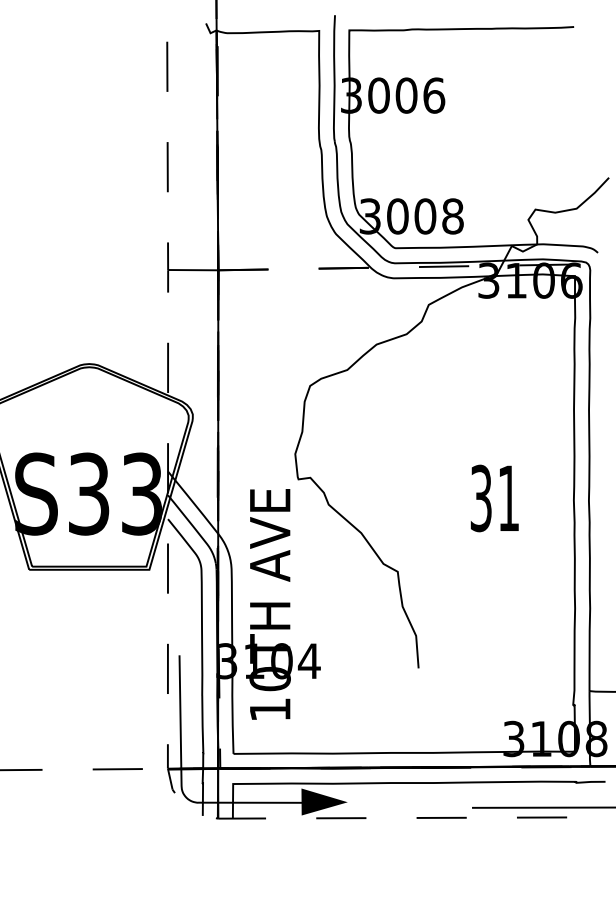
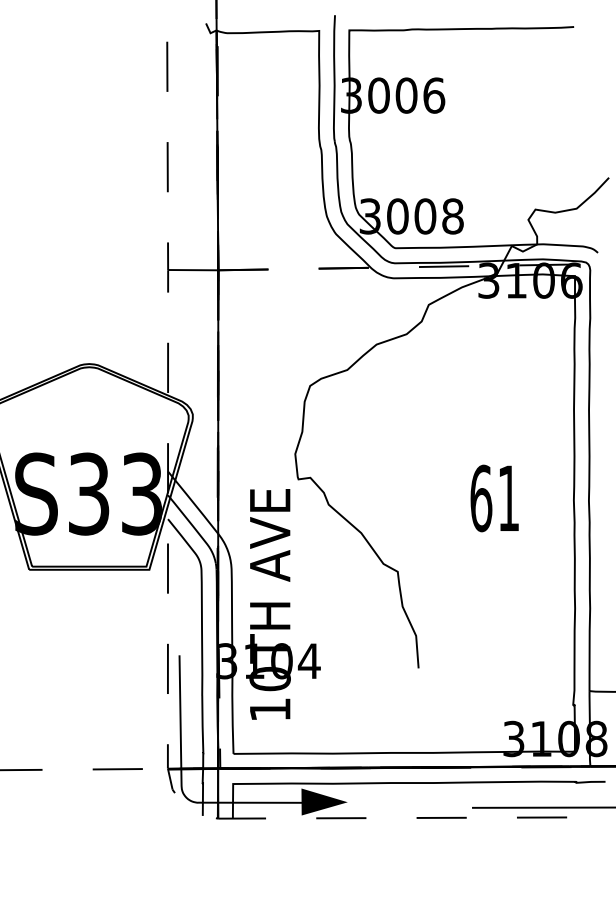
text at (481, 498): 31 -> 61
